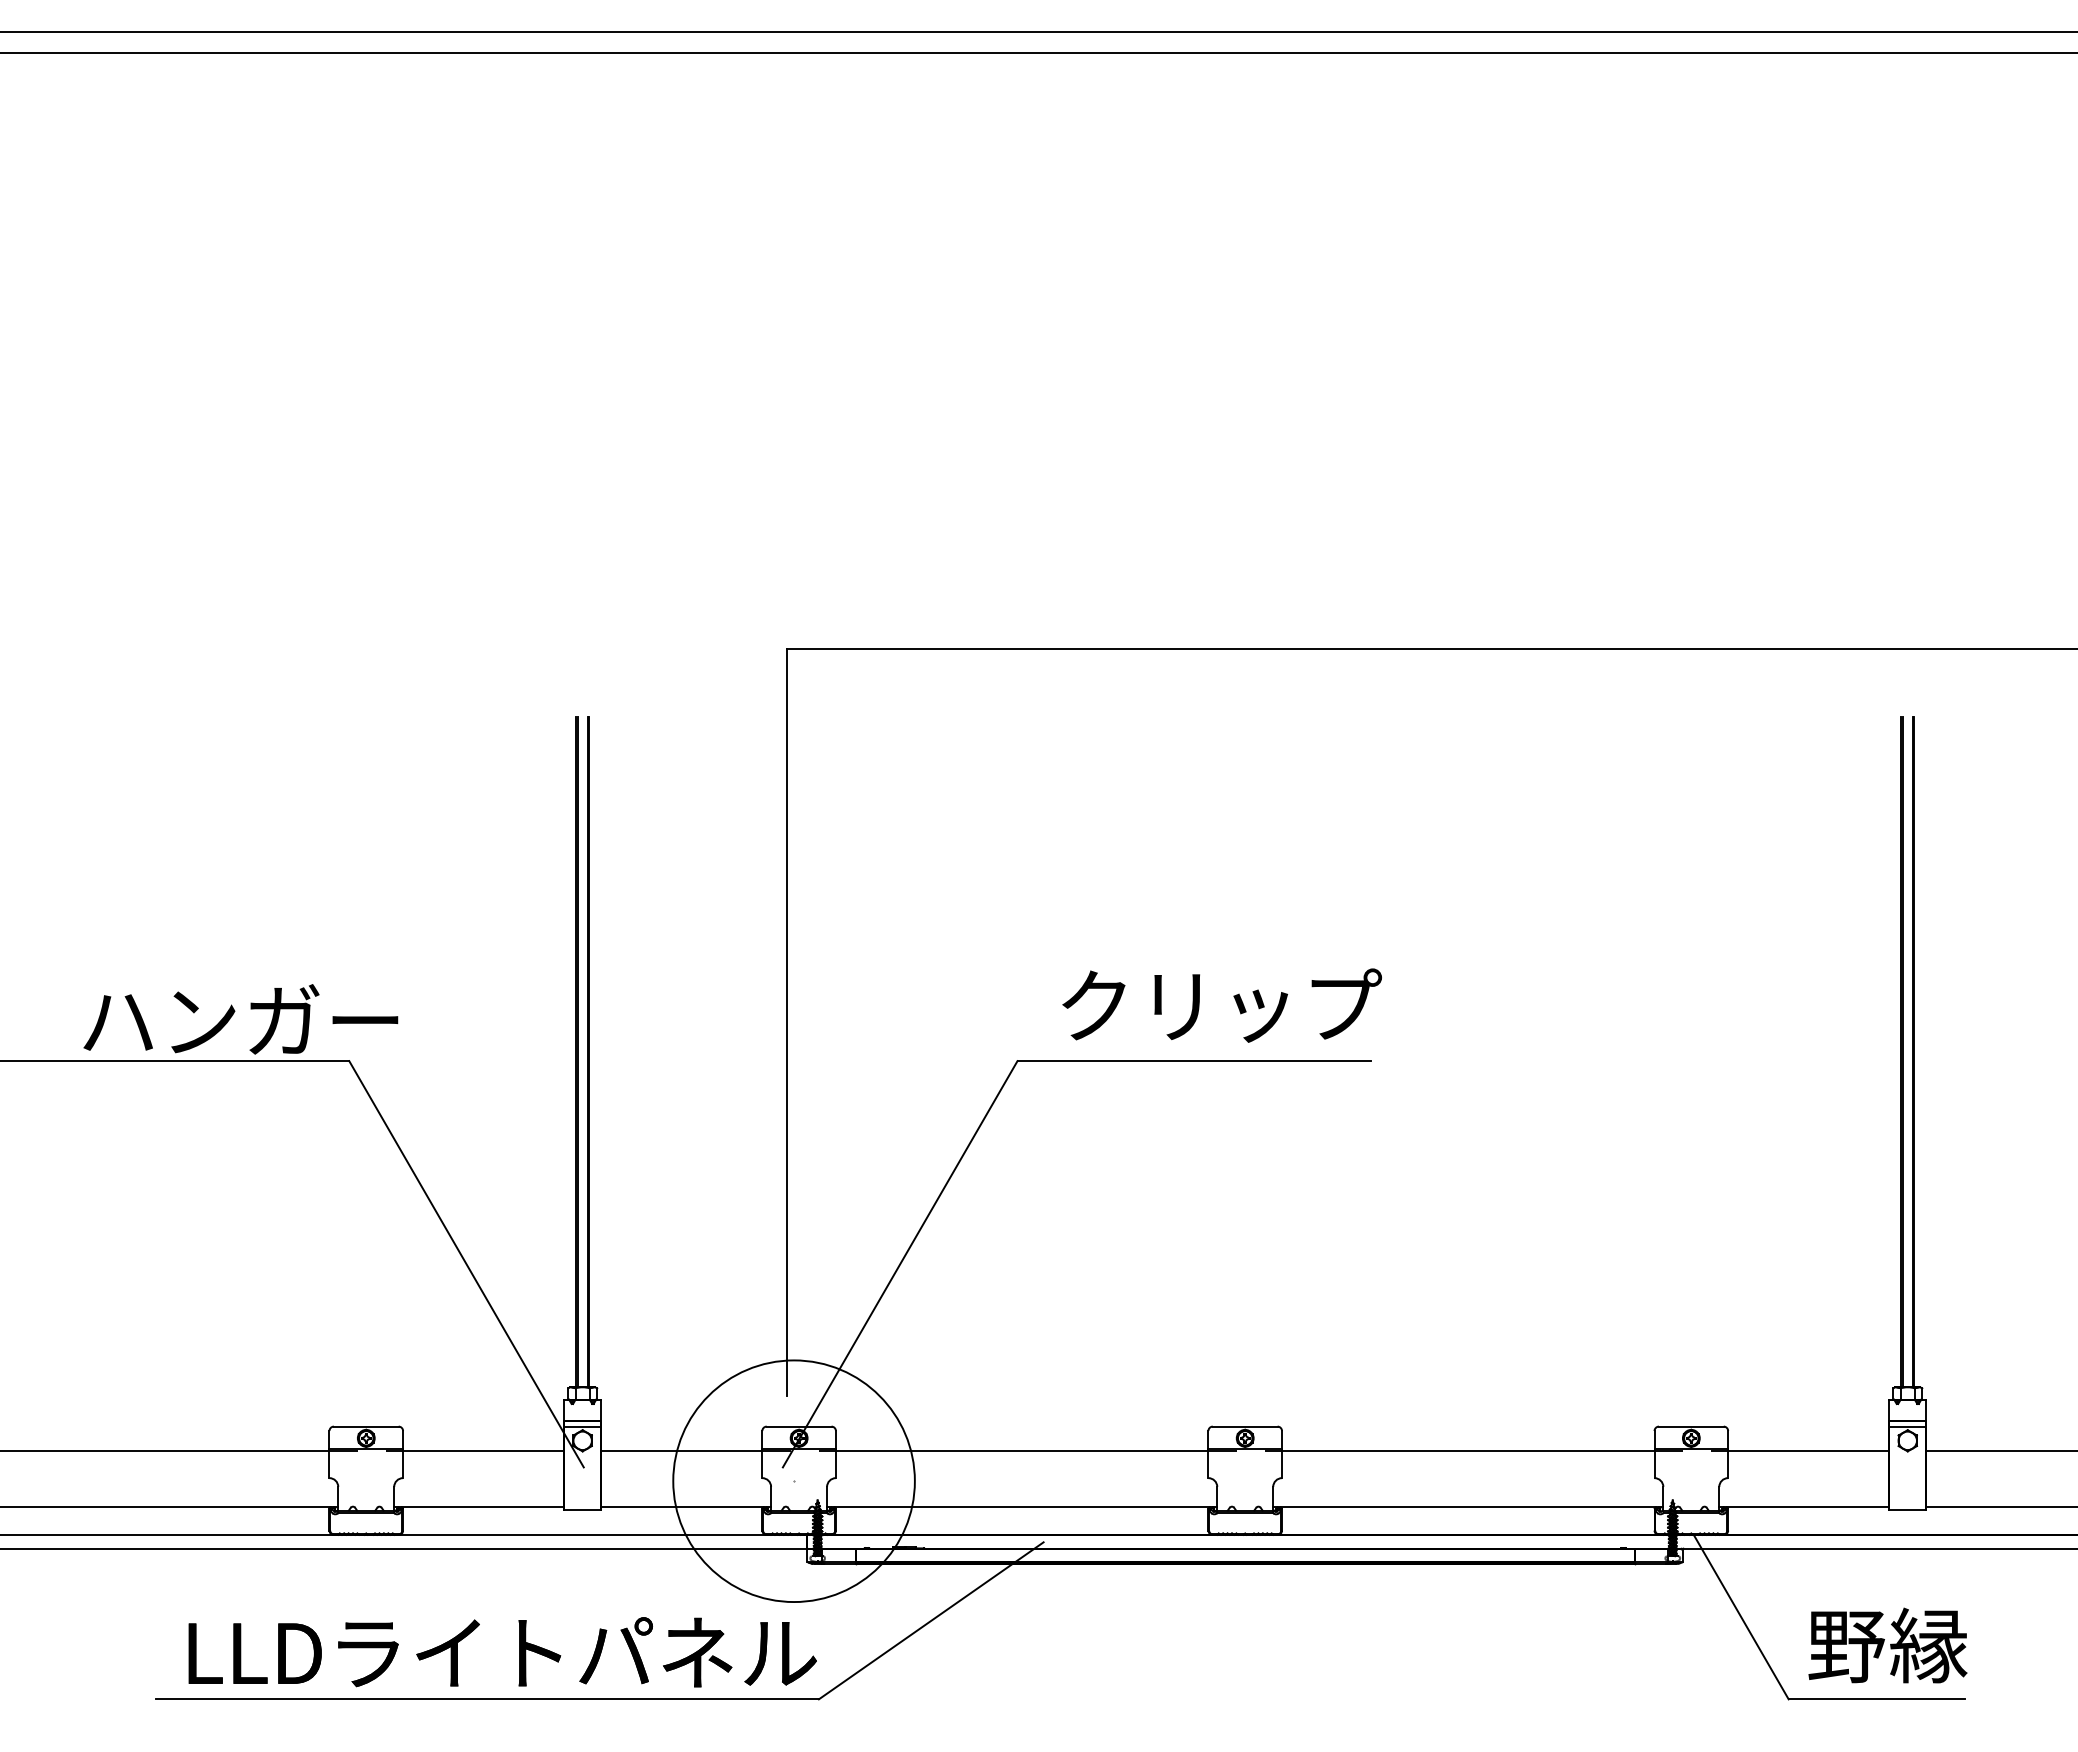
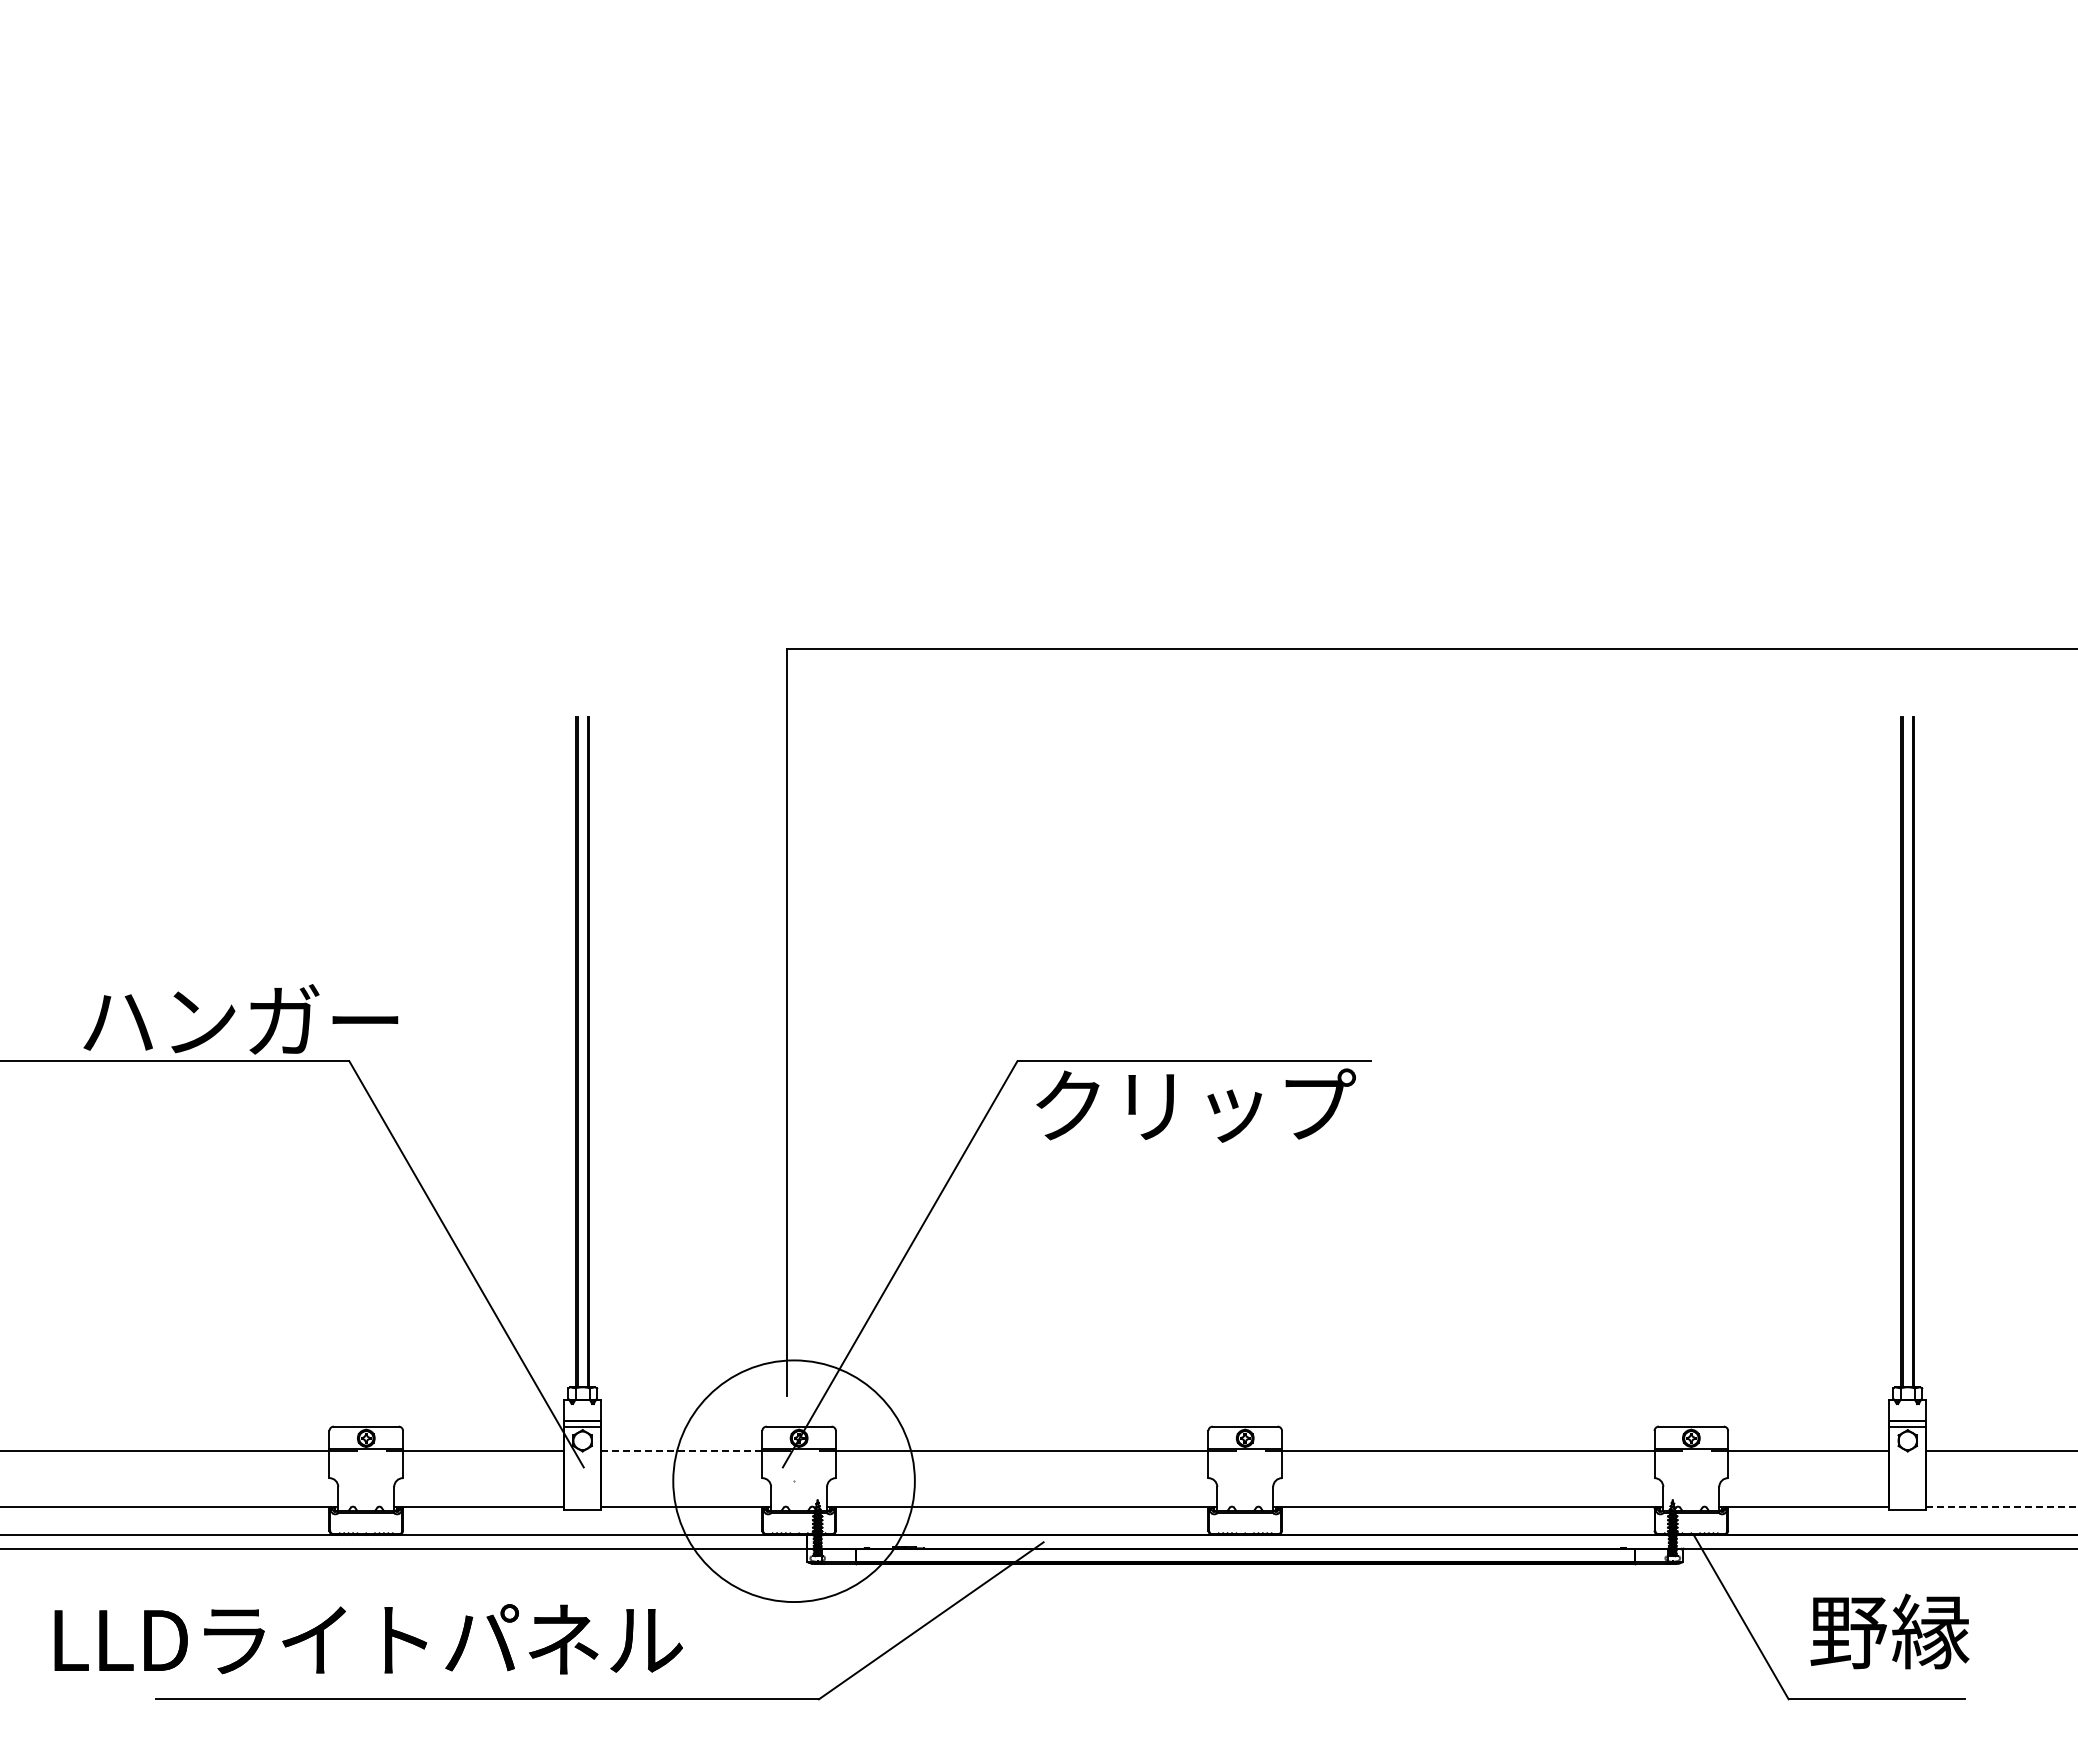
line at (1038, 32): present -> none
line at (1038, 52): present -> none
text at (1221, 1005) position: (1221, 1005) -> (1195, 1105)
line at (681, 1451): solid -> dashed
line at (2001, 1507): solid -> dashed
text at (1887, 1645) position: (1887, 1645) -> (1889, 1631)
text at (502, 1652) position: (502, 1652) -> (368, 1639)
